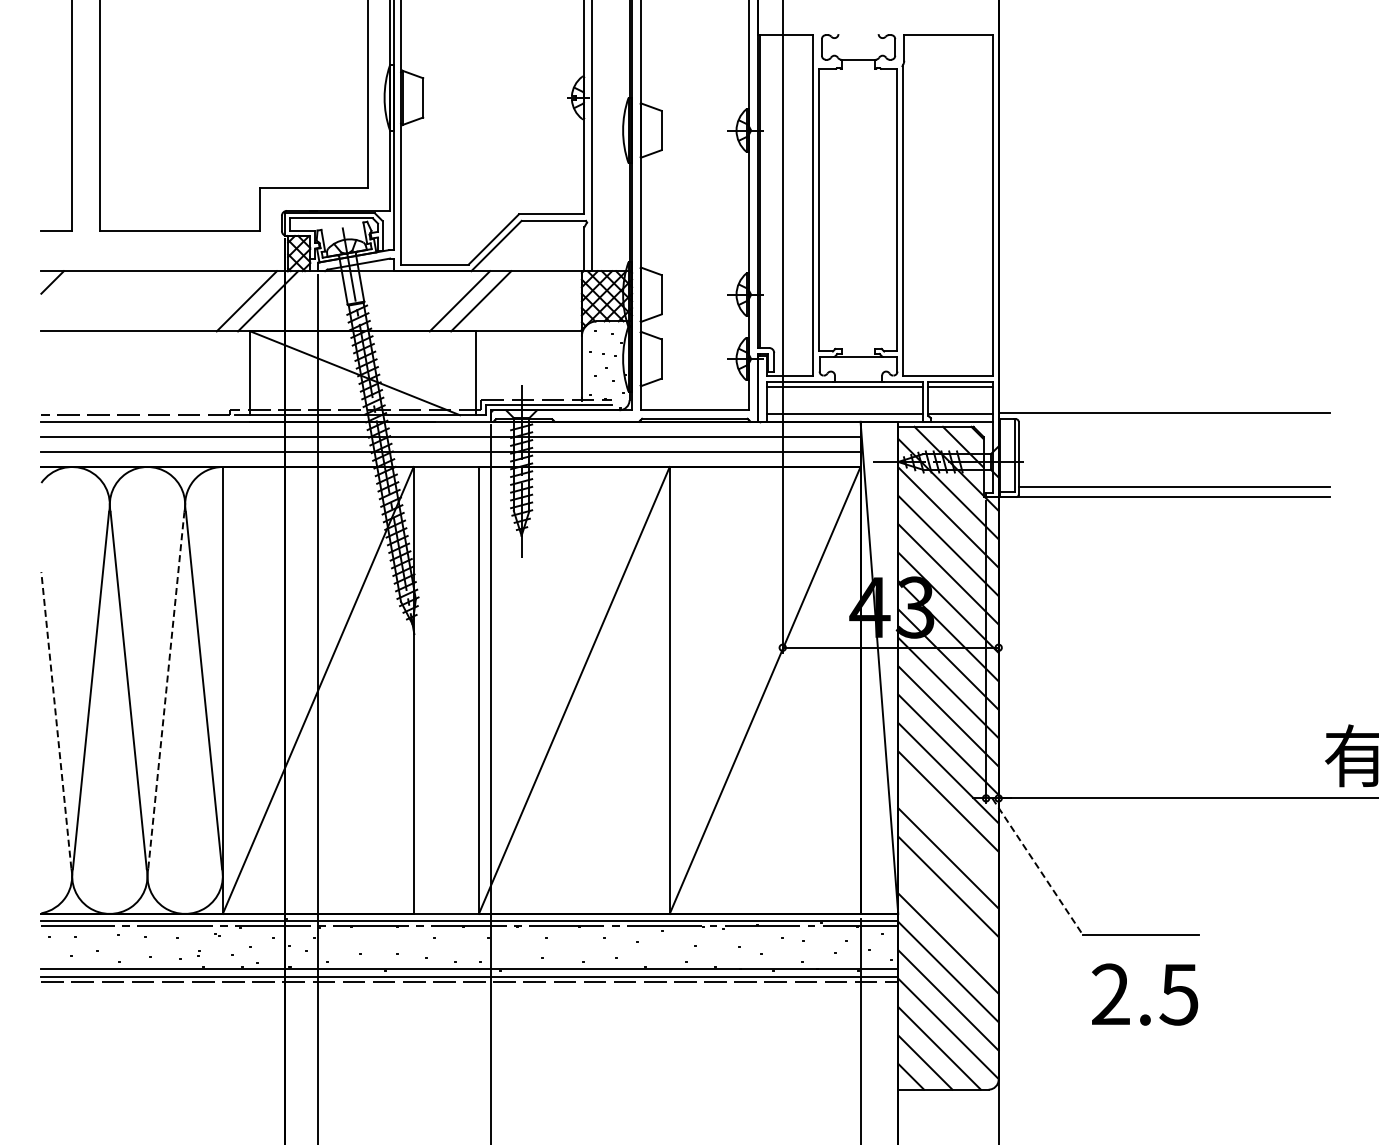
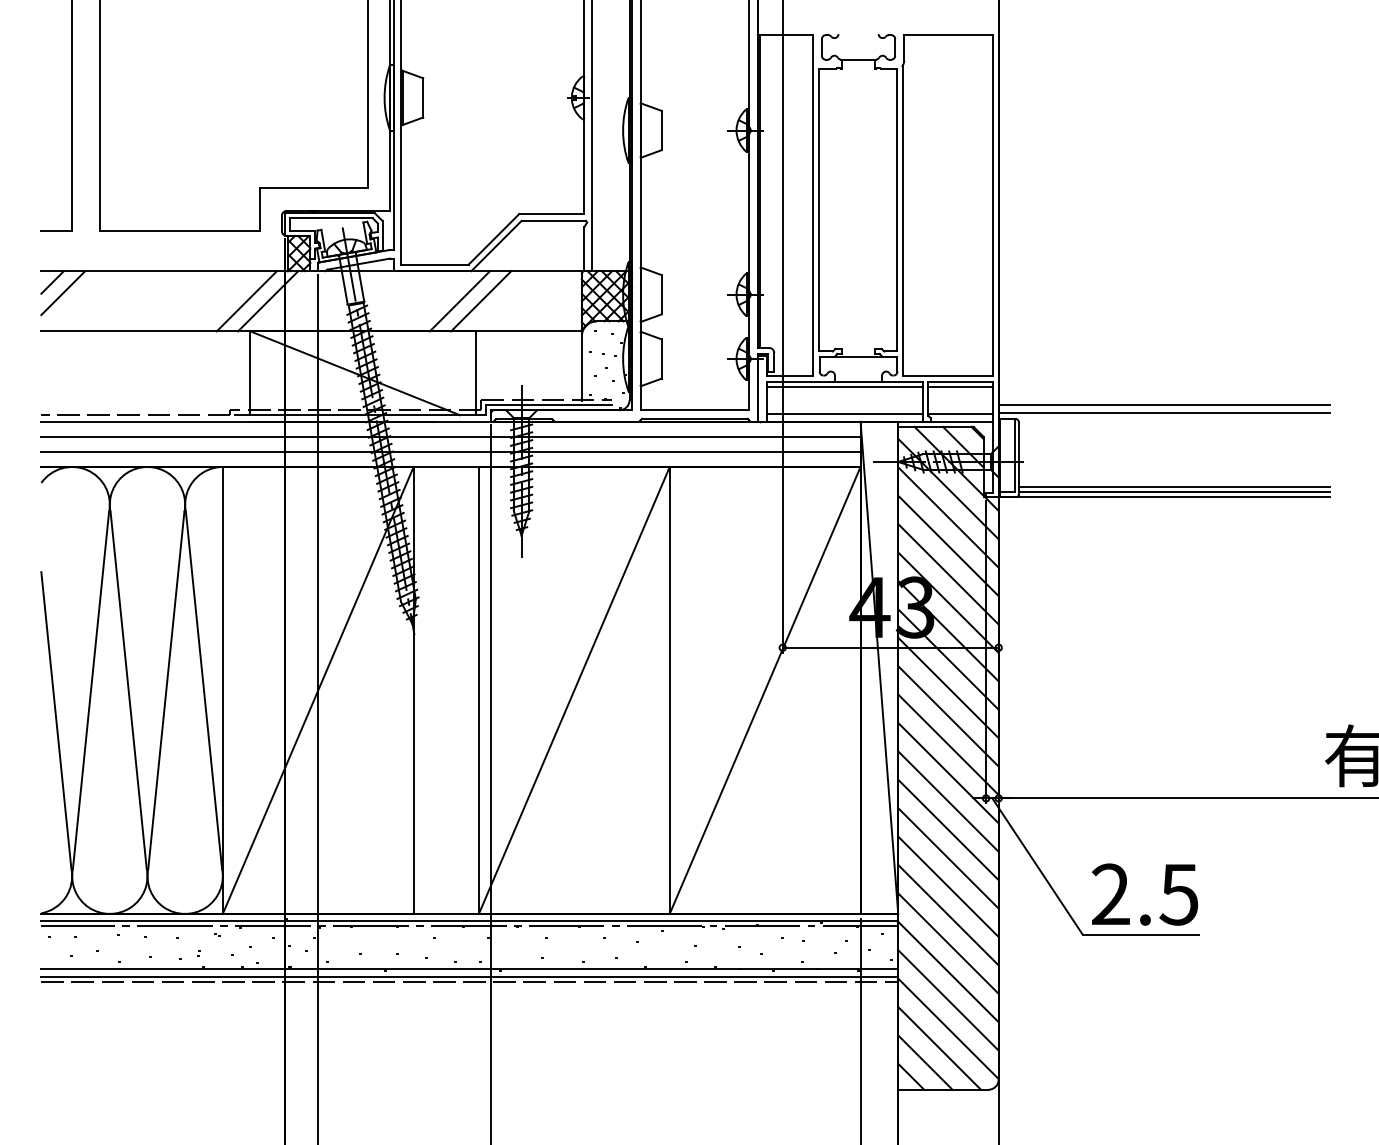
line at (63, 293): none -> present
line at (1164, 405): none -> present
line at (1174, 492): none -> present
line at (166, 689): dashed -> solid
line at (56, 720): dashed -> solid
line at (948, 829): none -> present
line at (1037, 866): dashed -> solid
line at (948, 914): none -> present
text at (1145, 994) position: (1145, 994) -> (1145, 894)
